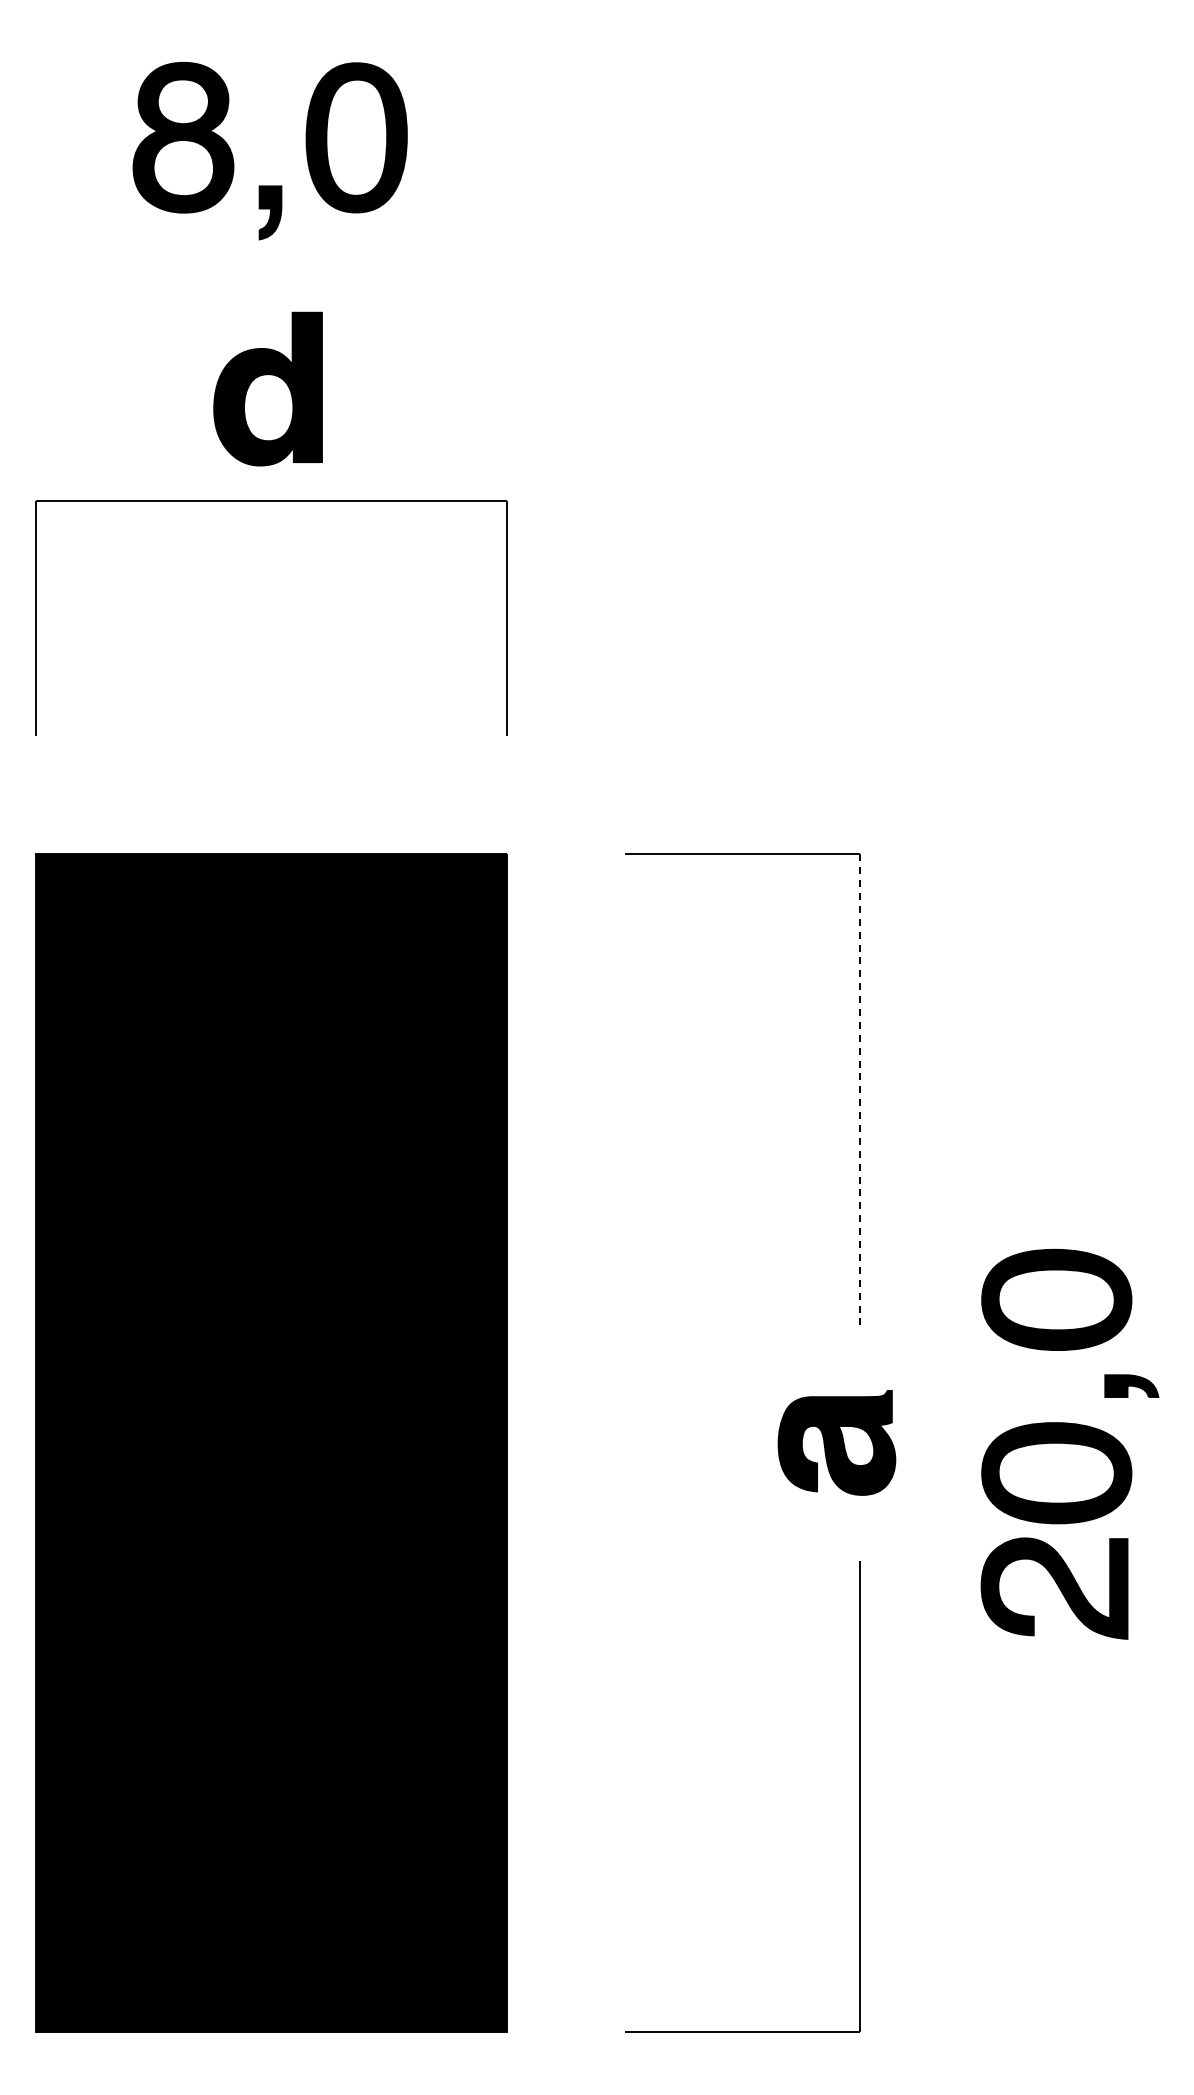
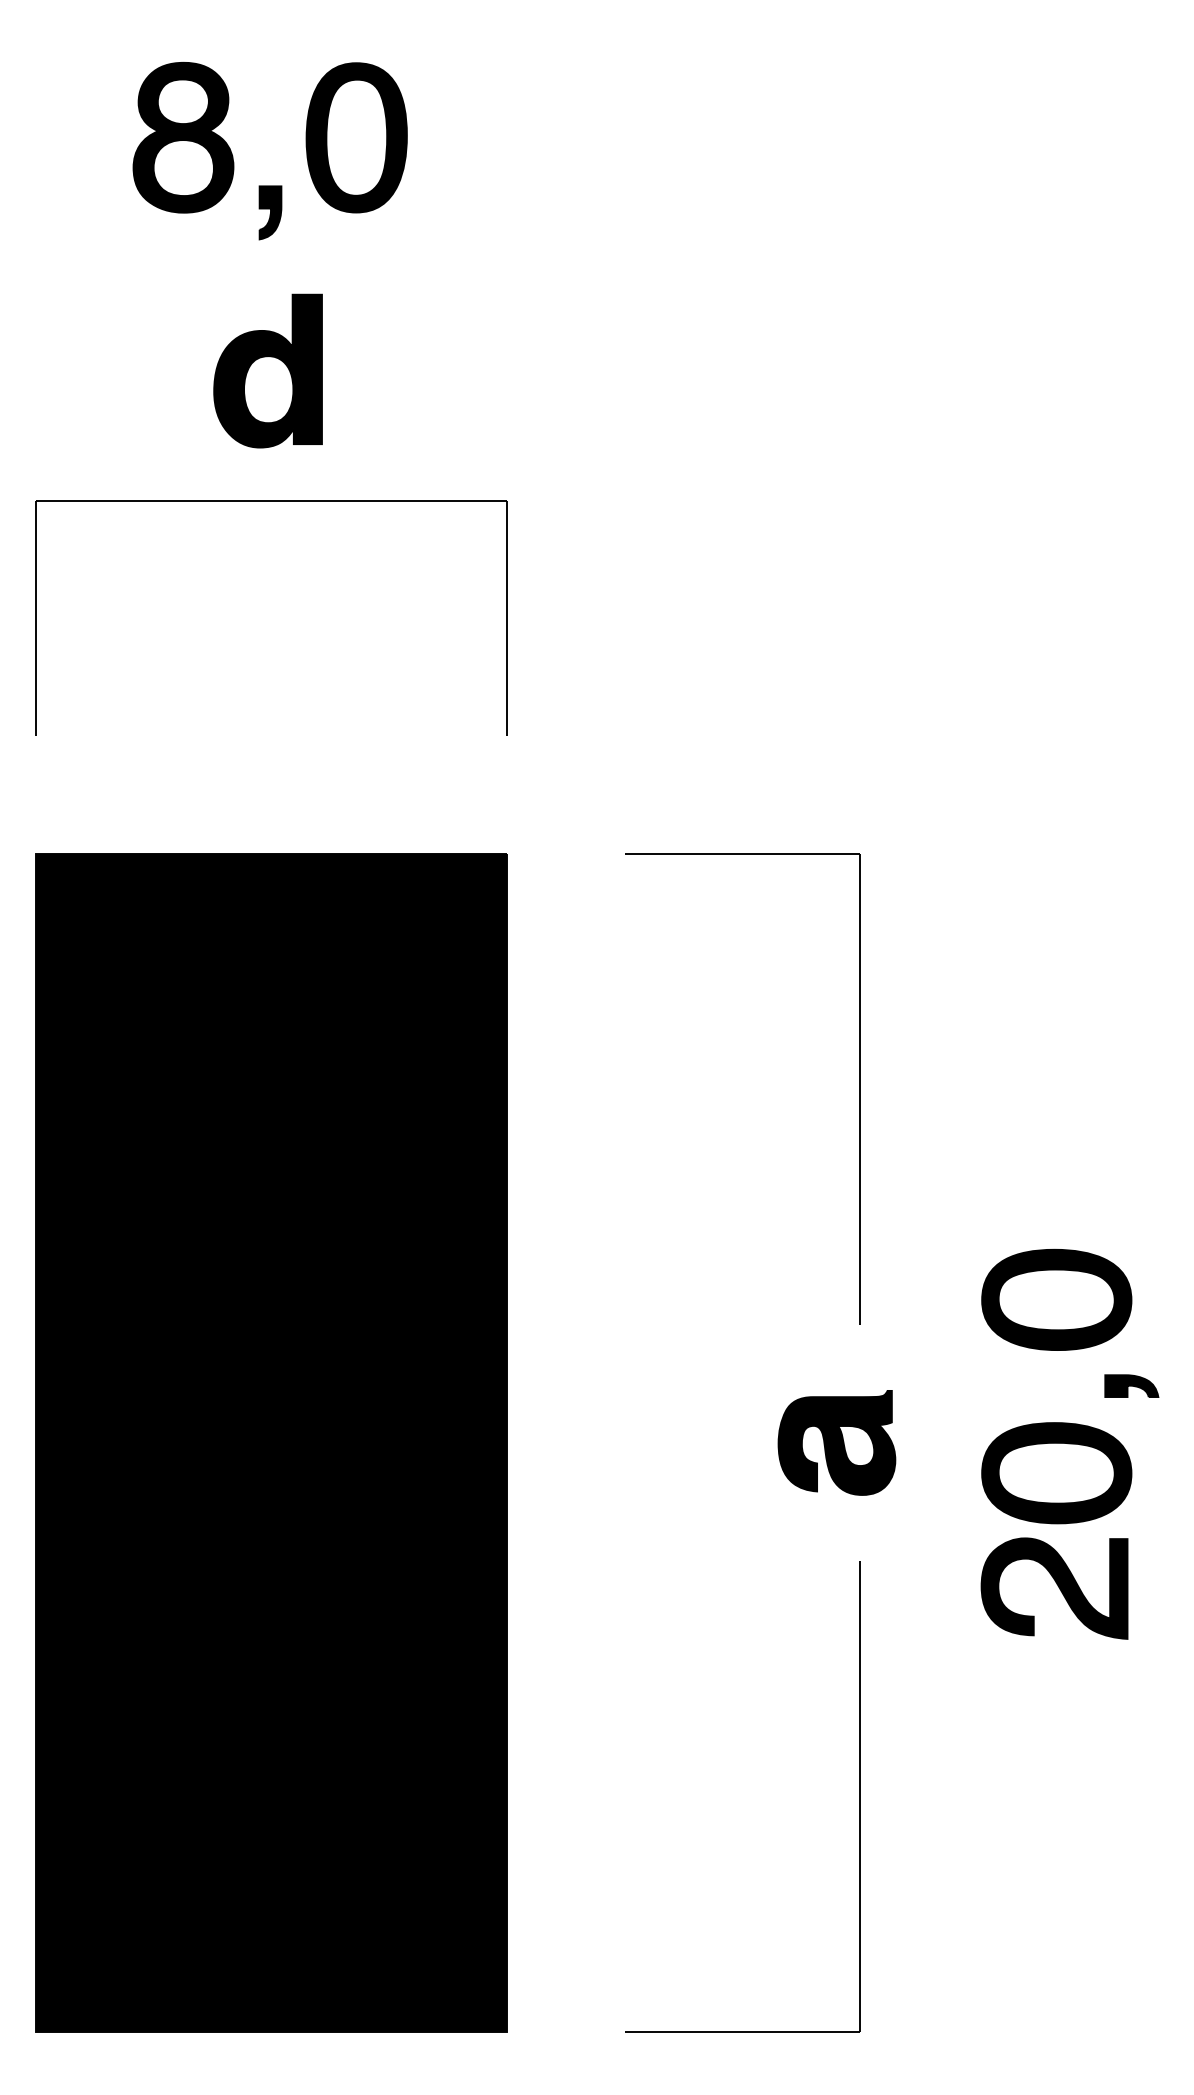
part at (267, 388) position: (267, 388) -> (267, 370)
line at (860, 1089): dashed -> solid
